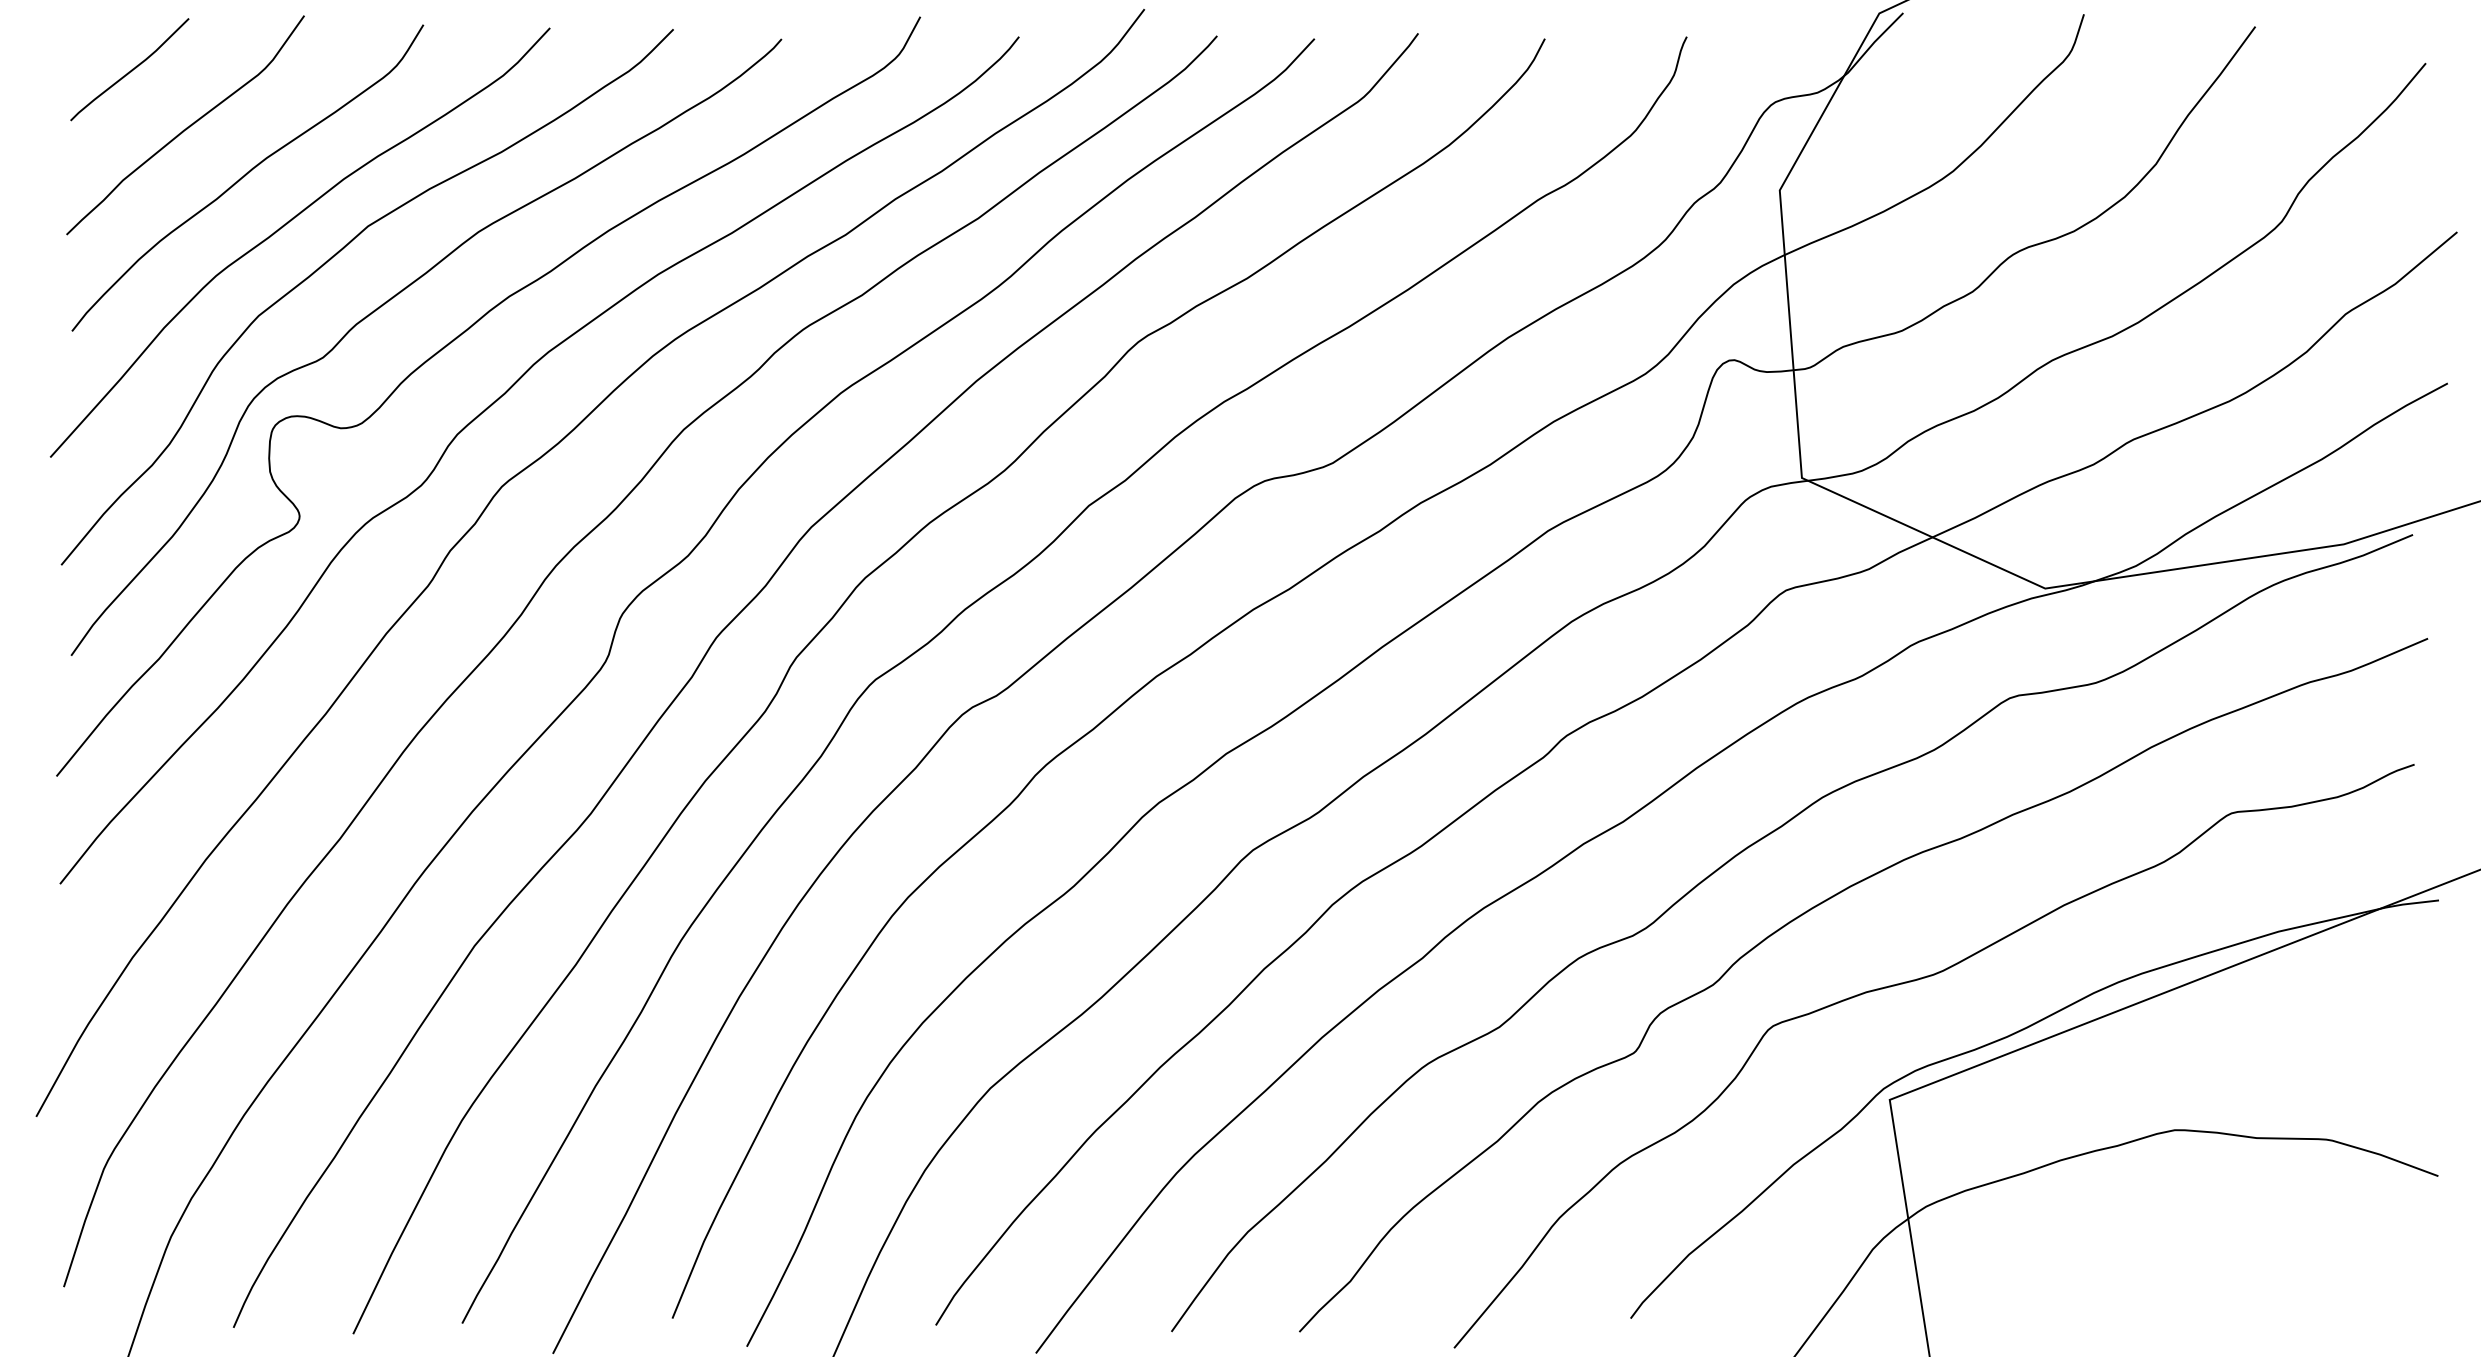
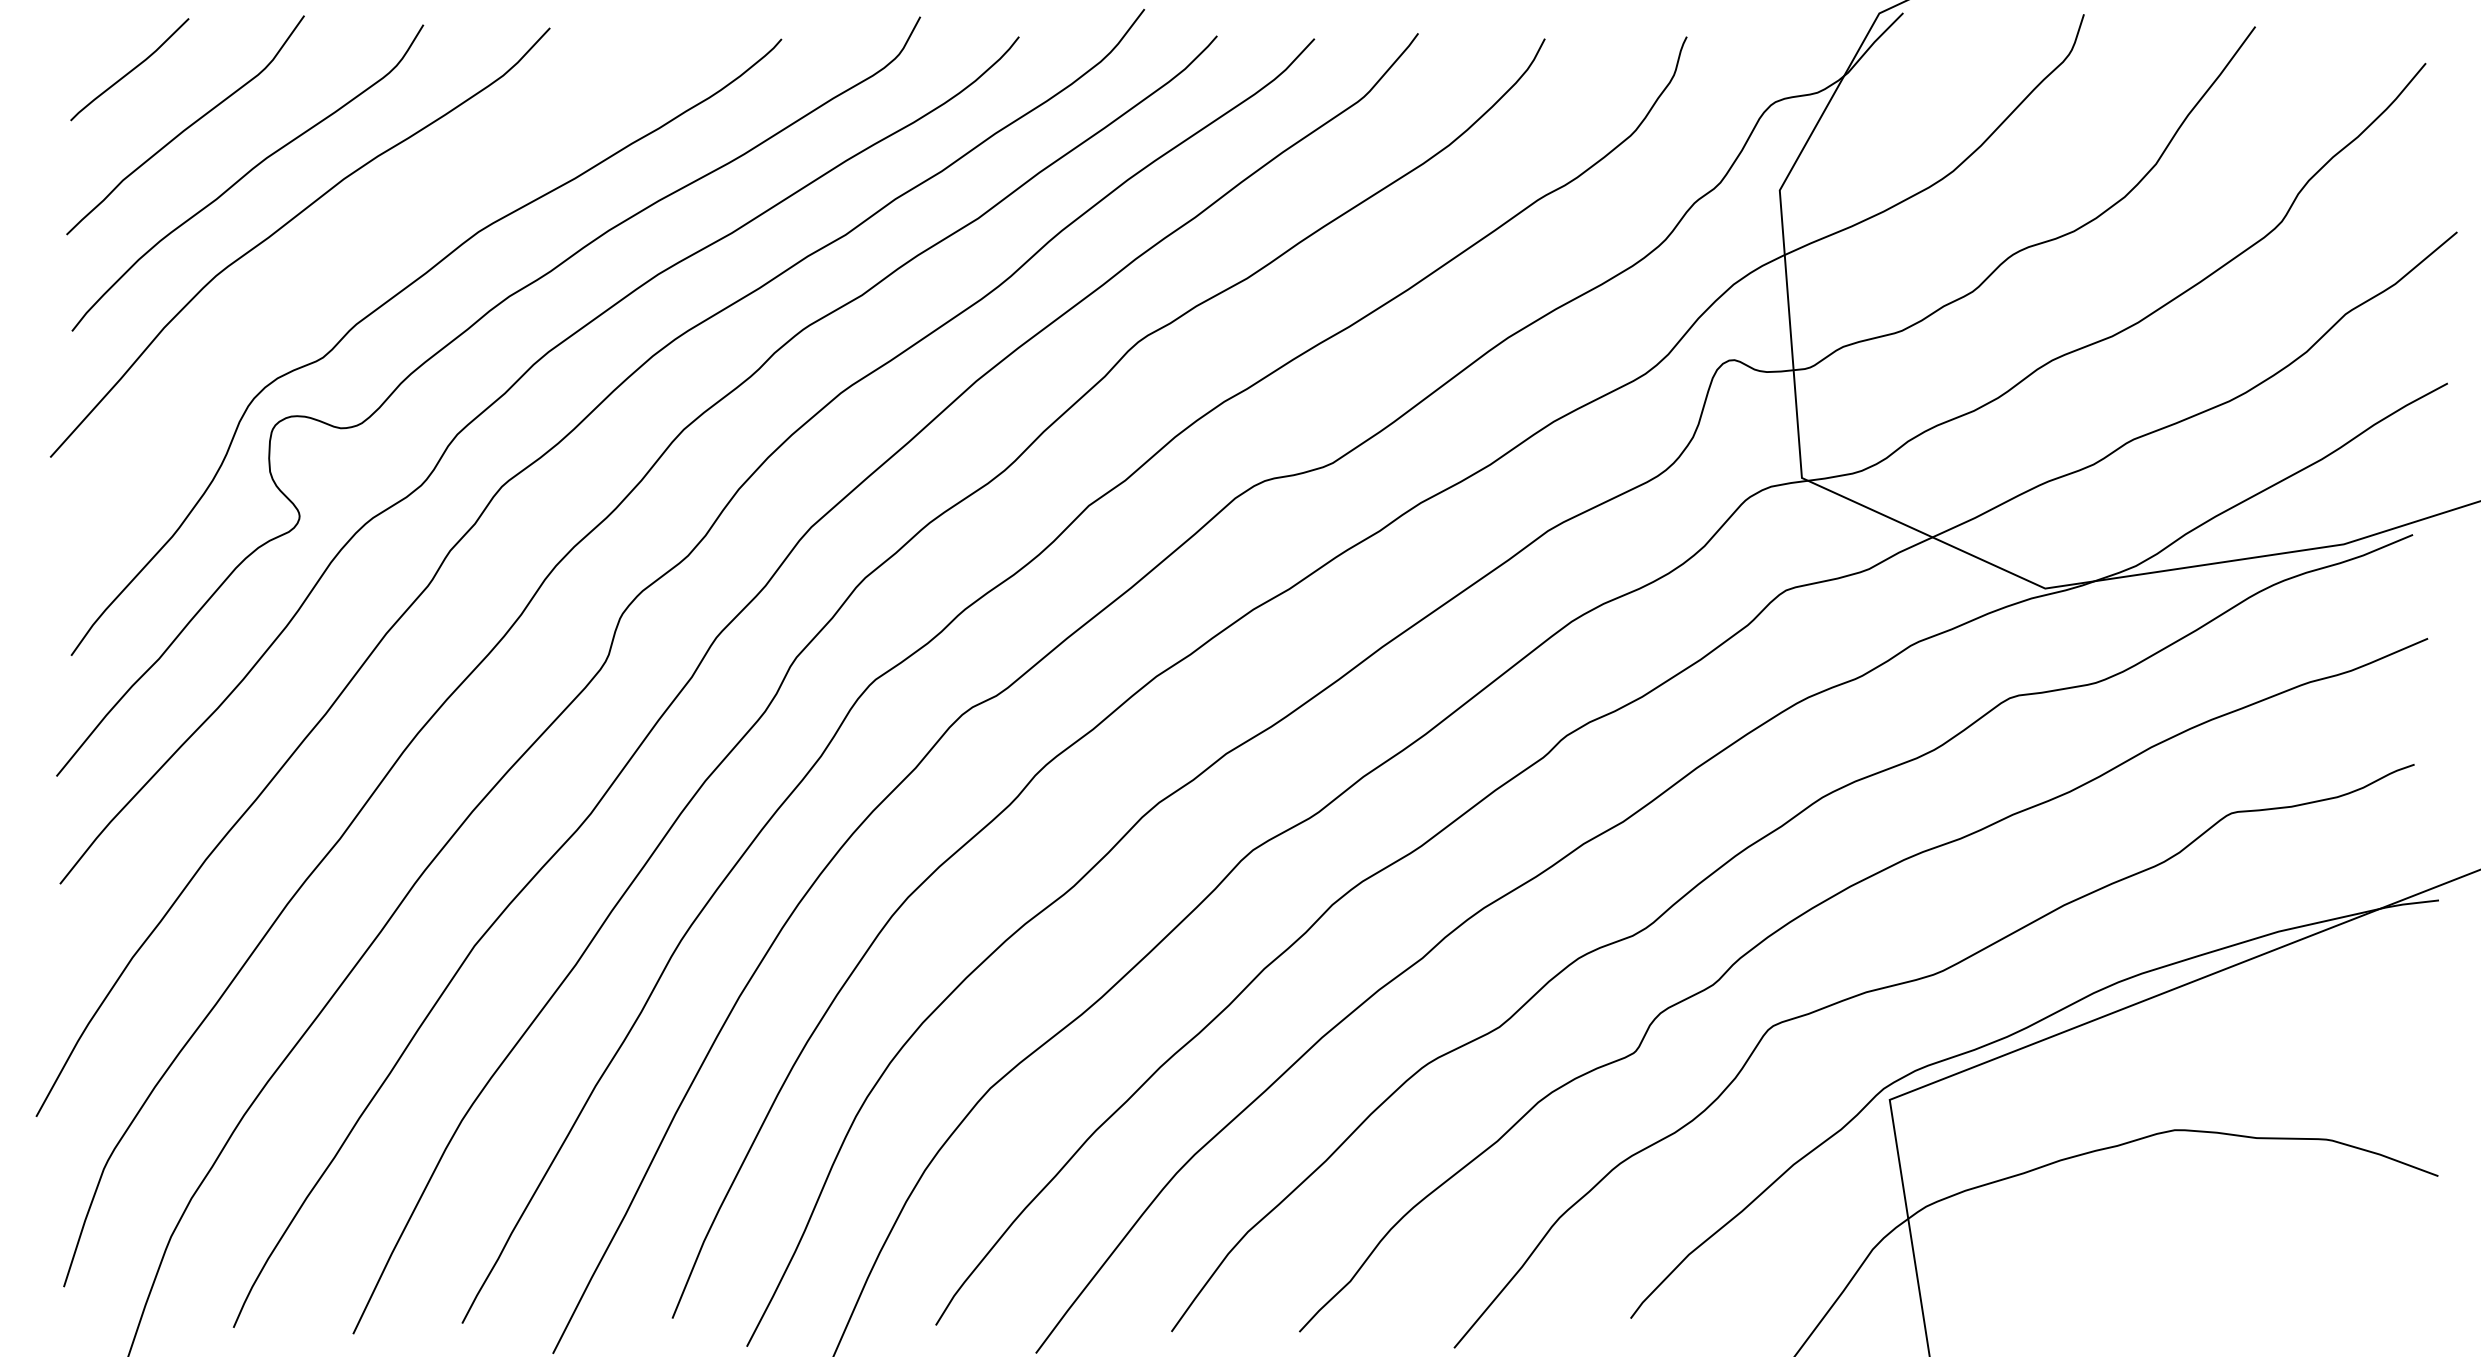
curve at (336, 255): present -> none
